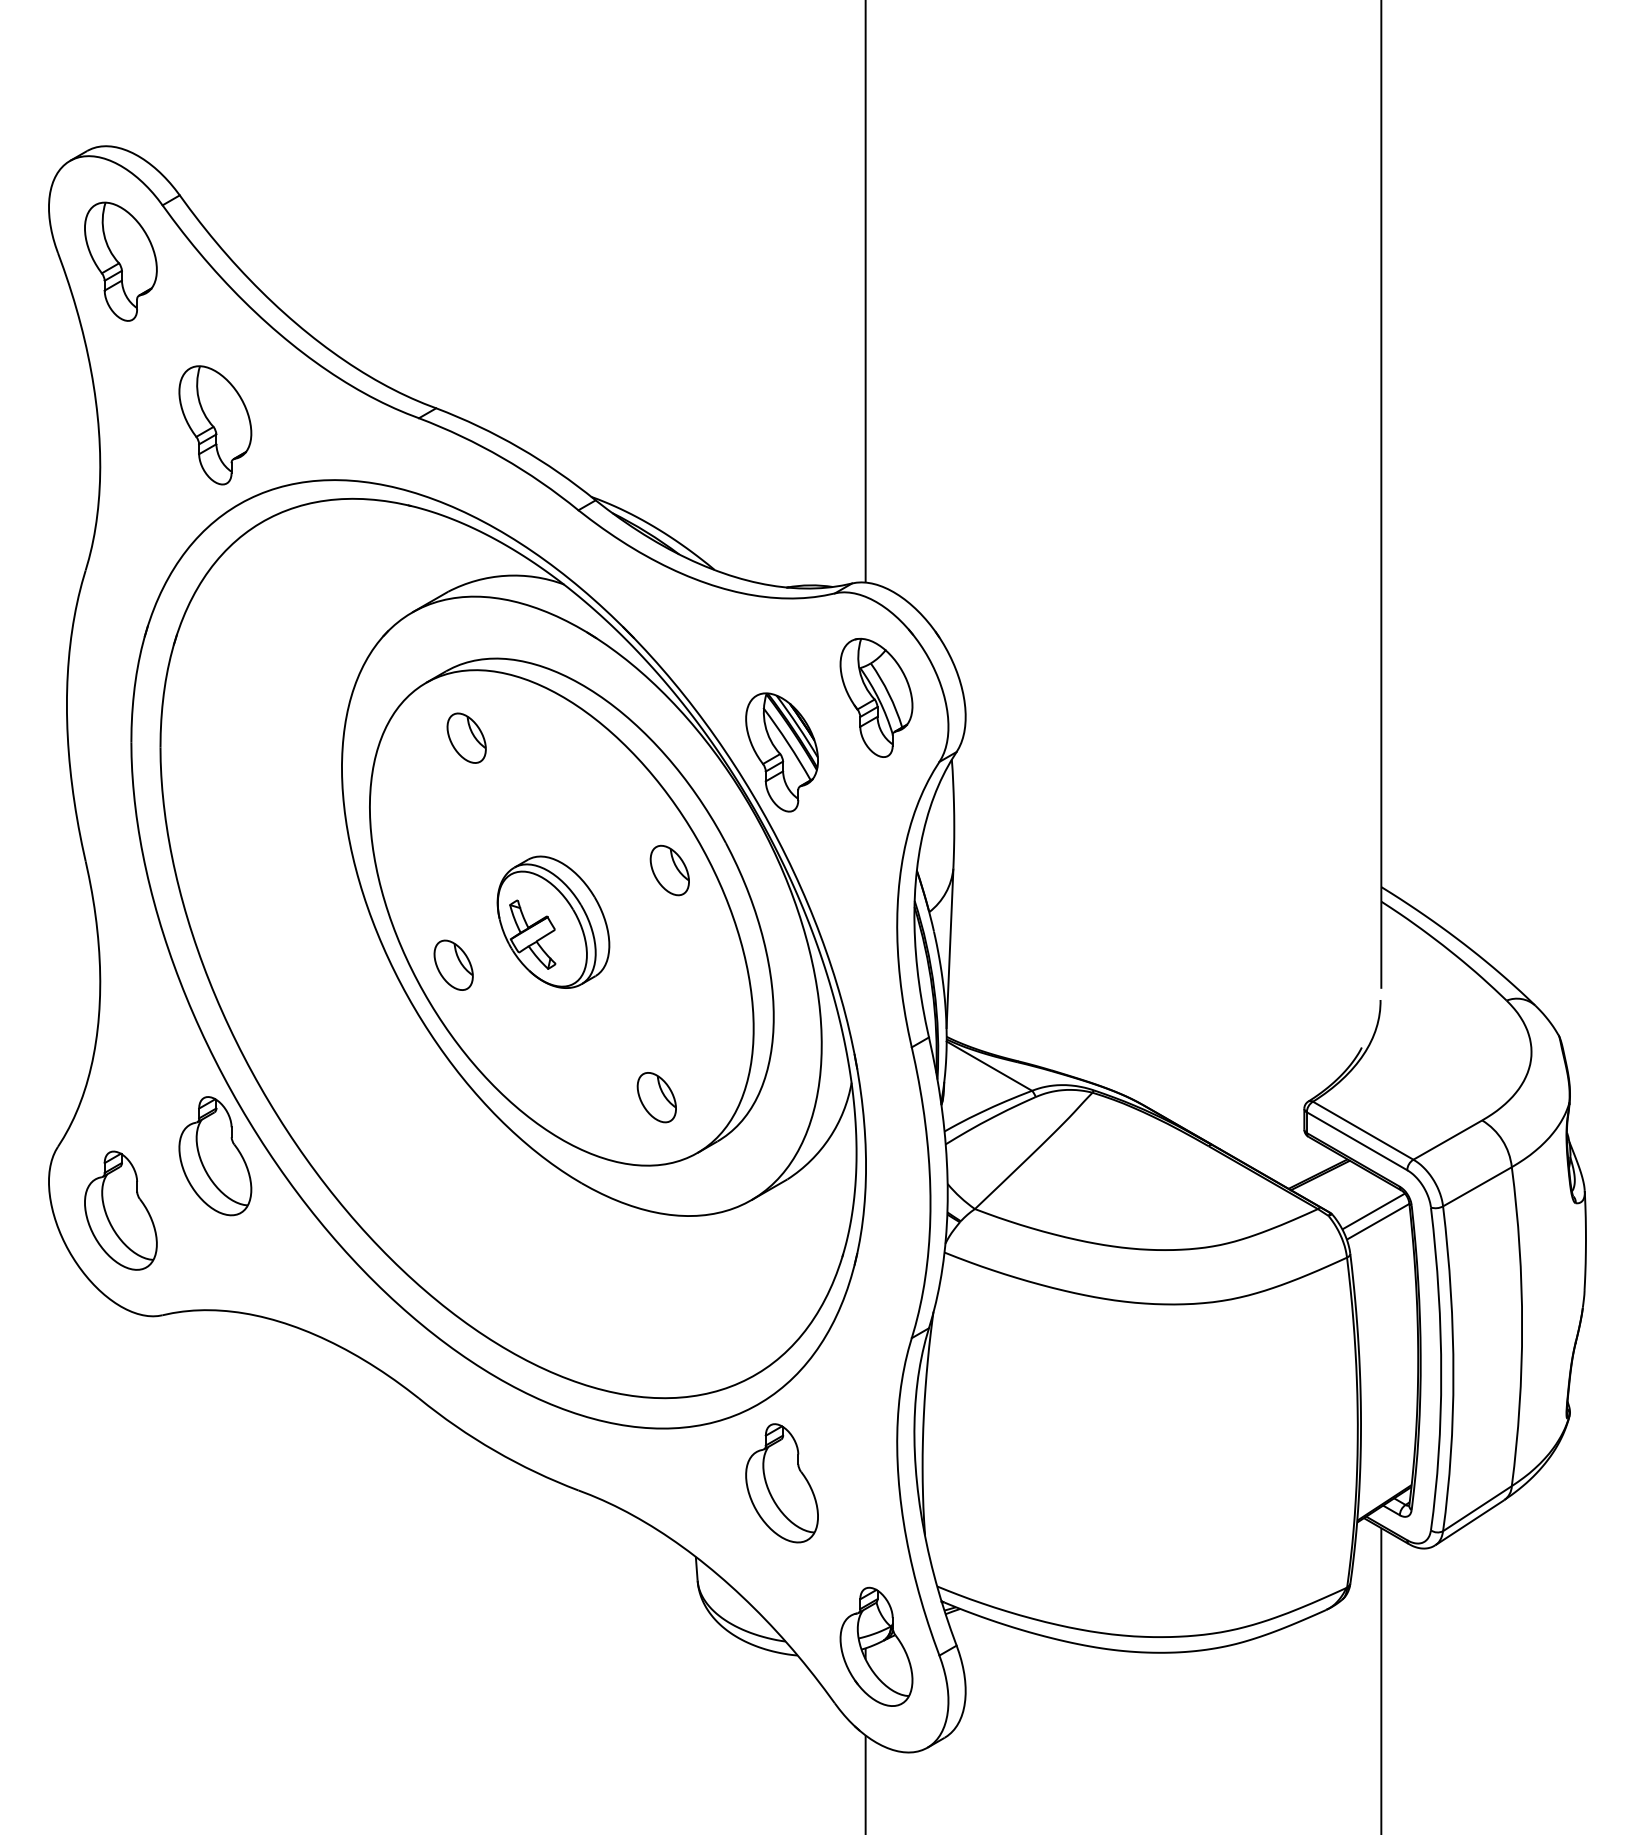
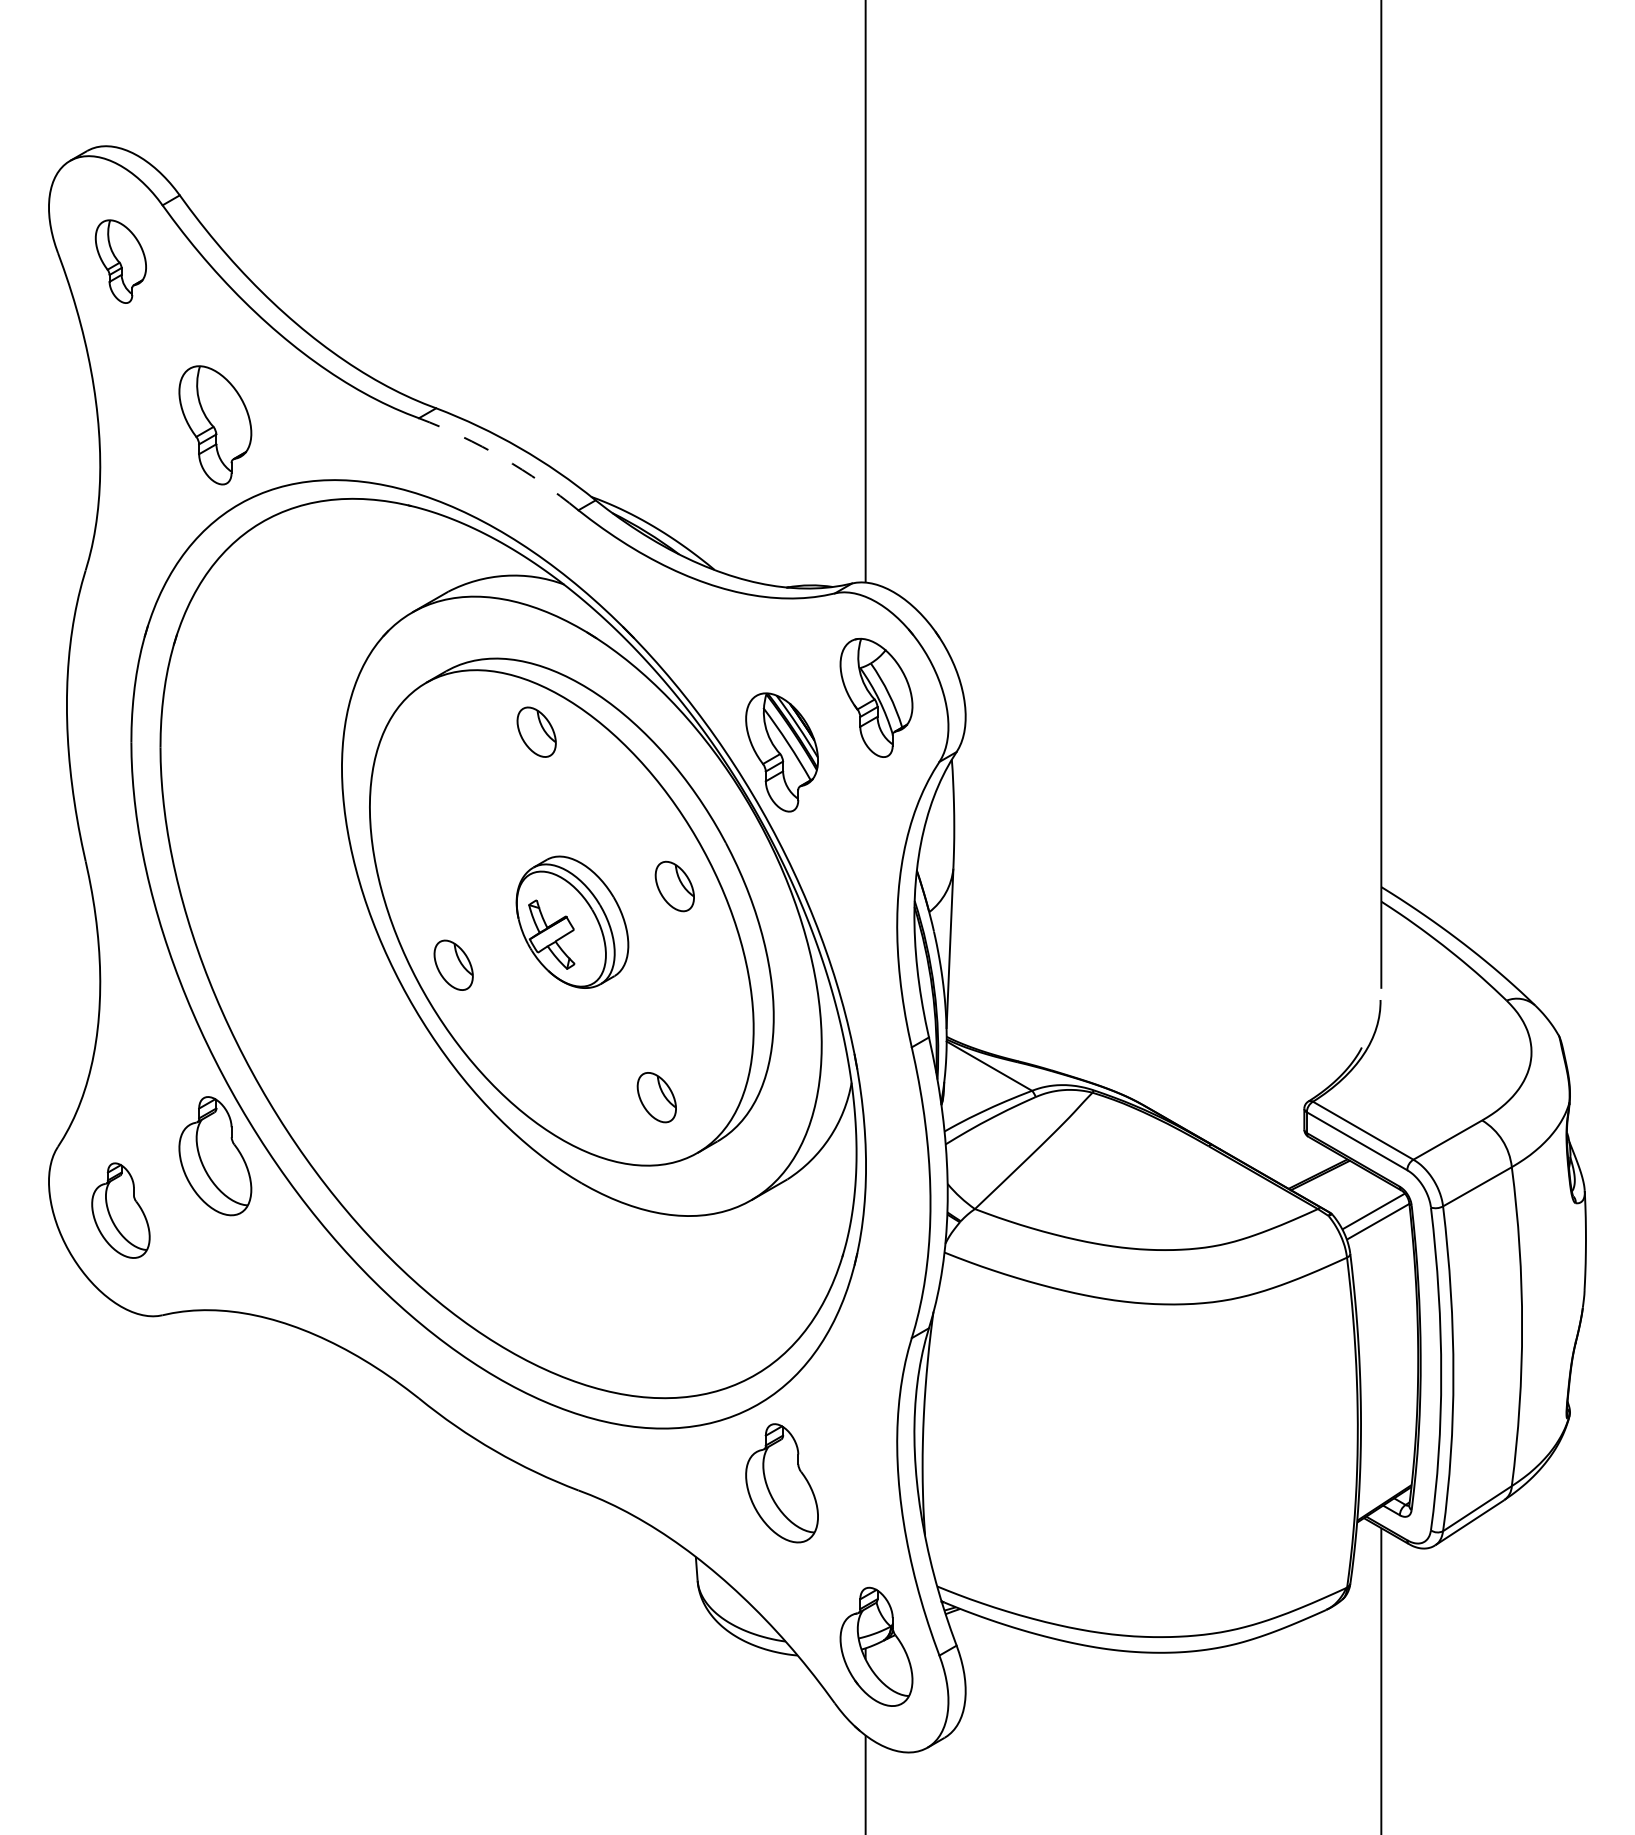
part at (120, 261) size: 74x121 px -> 53x85 px
arc at (502, 457): solid -> dashed
part at (466, 737) position: (466, 737) -> (536, 731)
part at (669, 870) position: (669, 870) -> (674, 886)
part at (553, 921) position: (553, 921) -> (572, 921)
part at (120, 1210) size: 74x121 px -> 60x97 px
